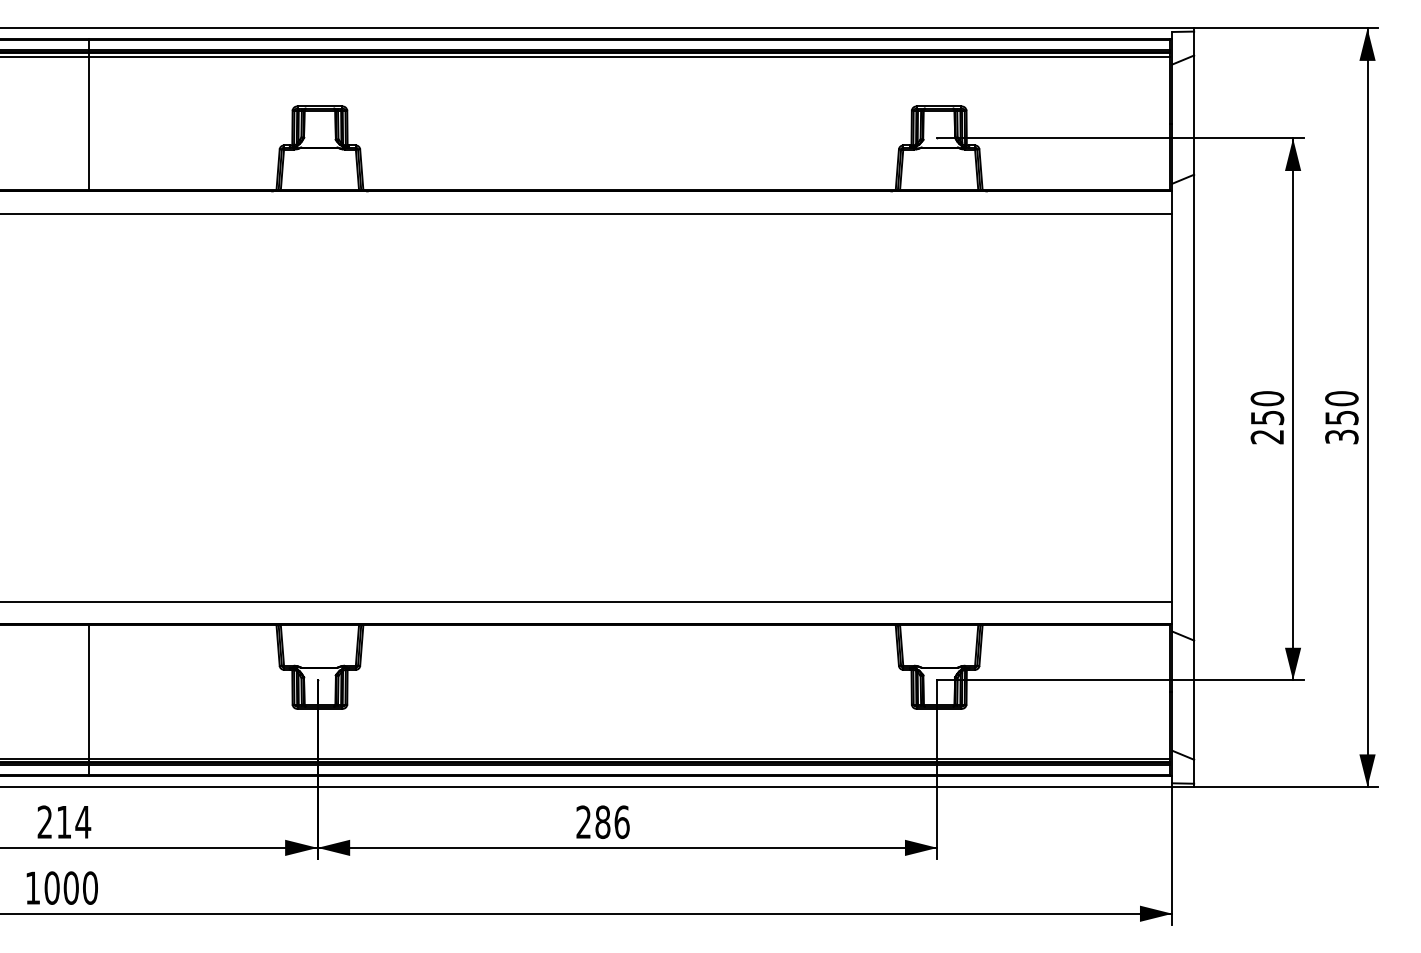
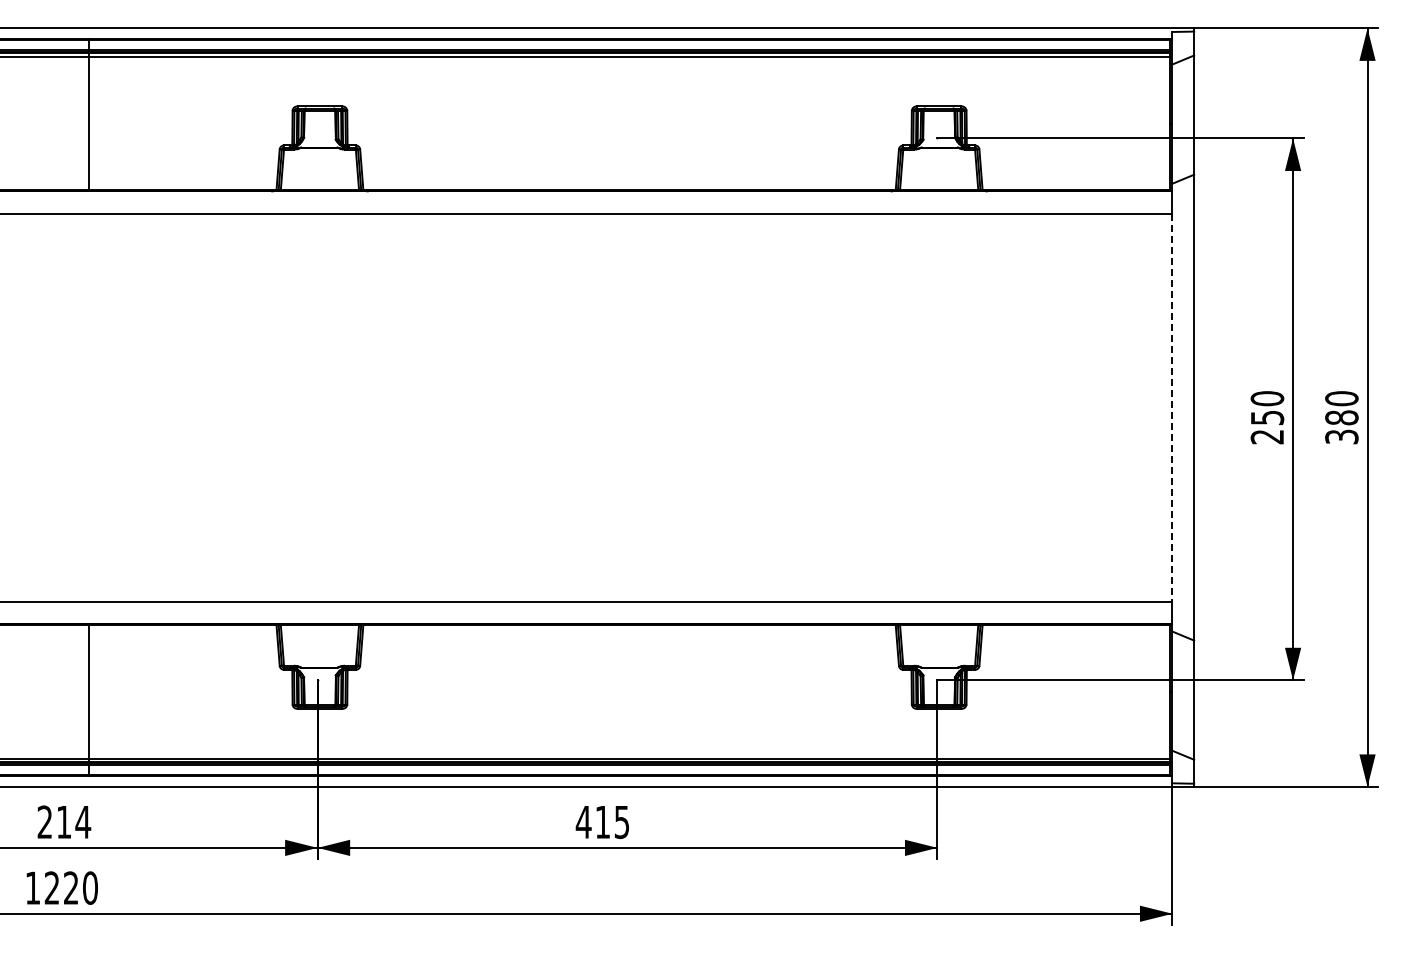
line at (1172, 407): solid -> dashed
text at (1341, 417): 350 -> 380
text at (602, 822): 286 -> 415
text at (61, 887): 1000 -> 1220
